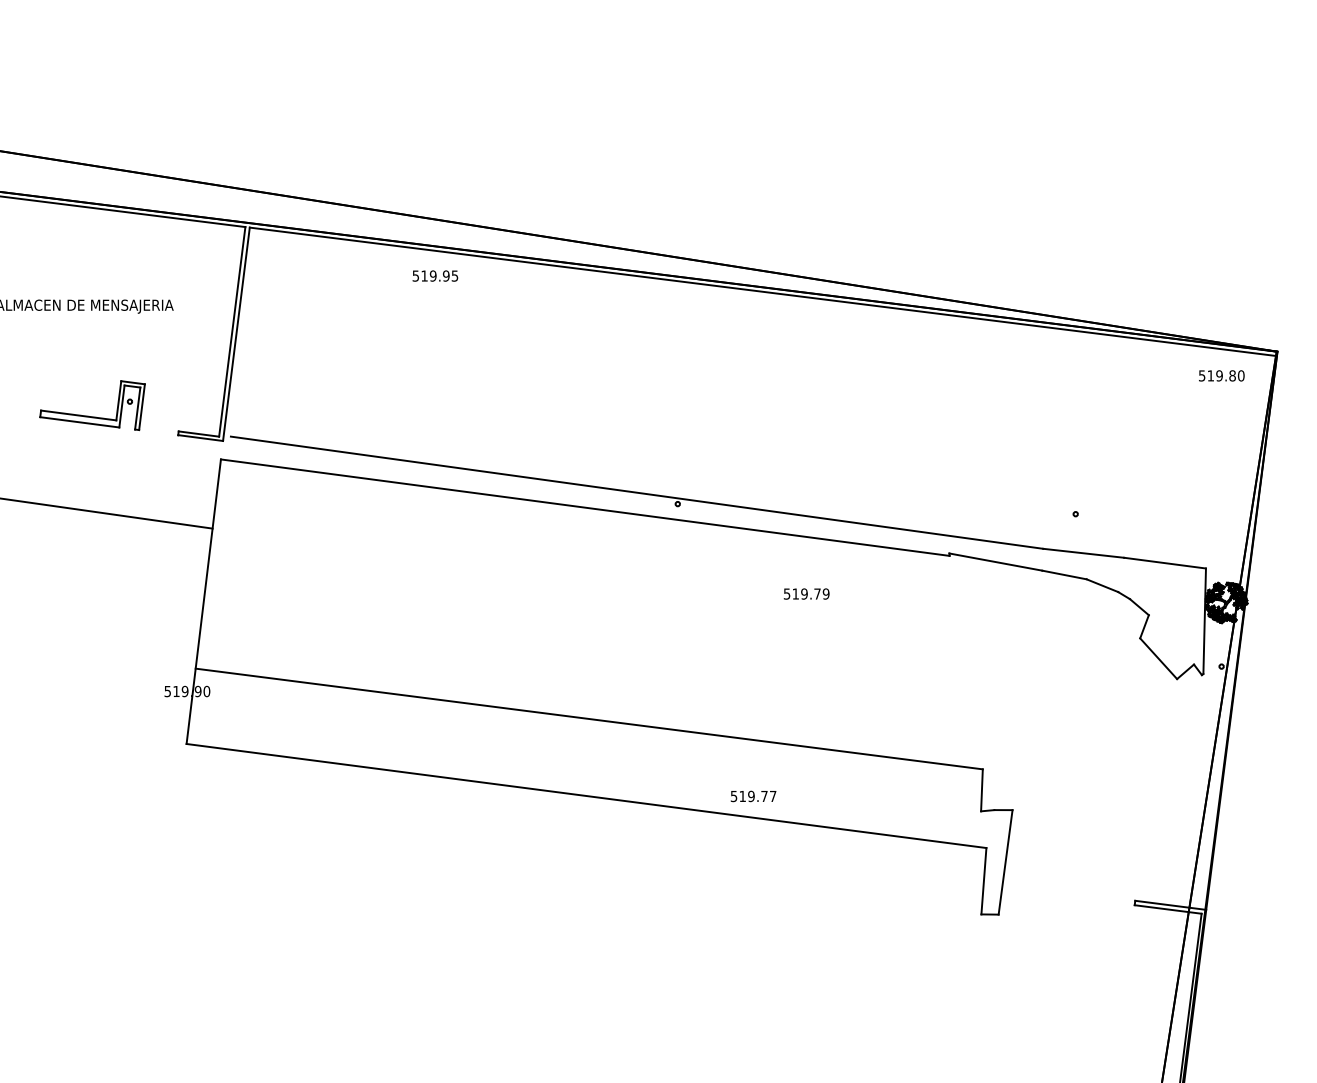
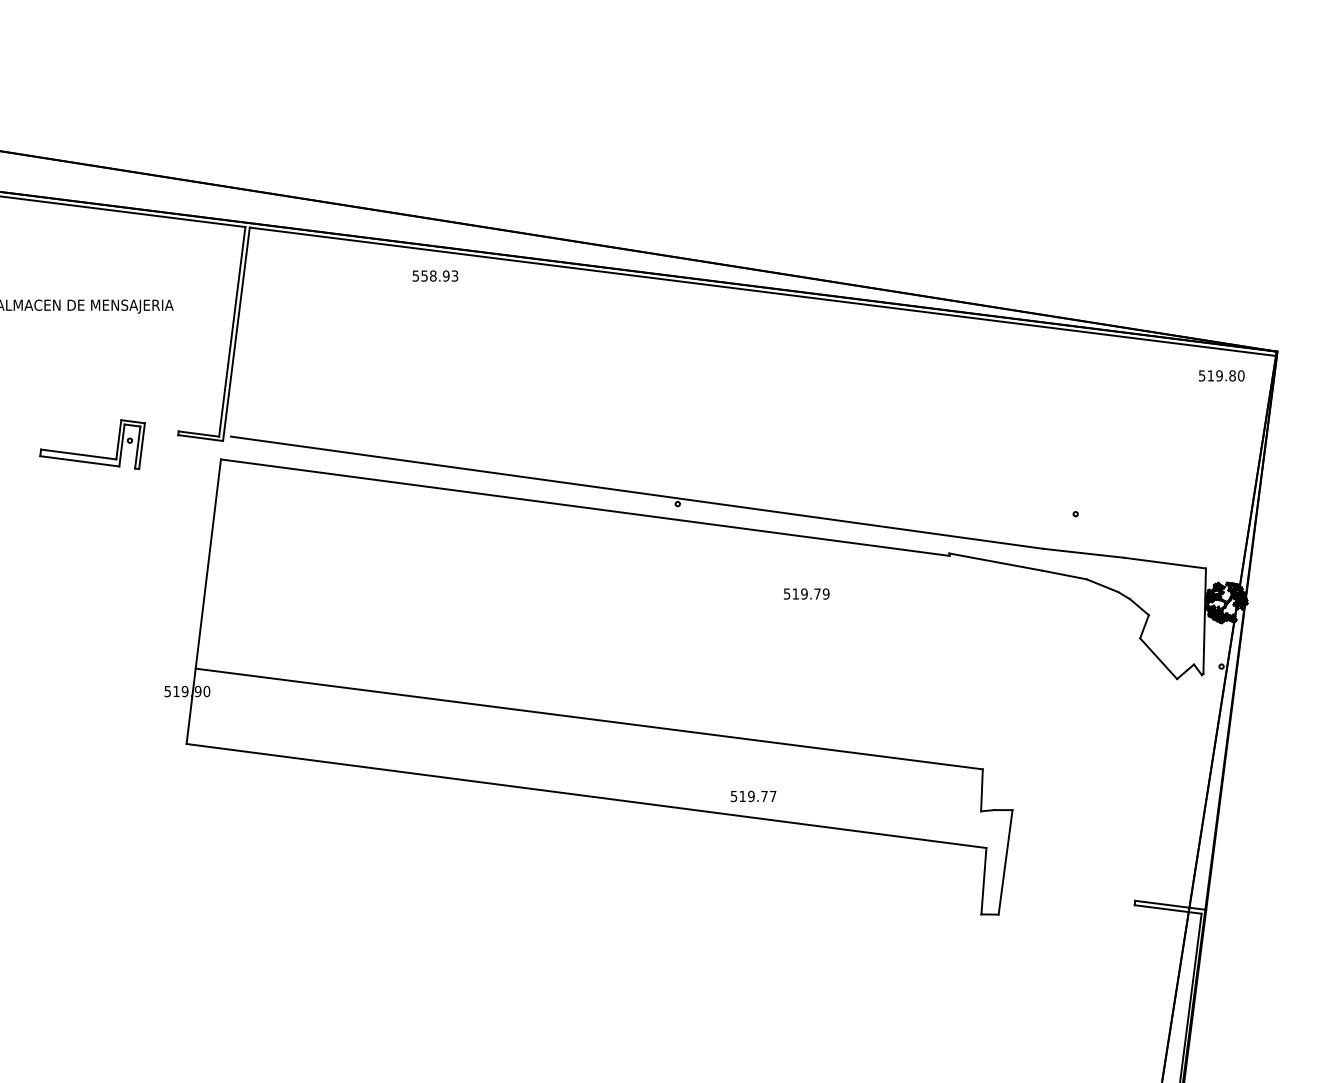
text at (439, 275): 519.95 -> 558.93
part at (88, 415) position: (88, 415) -> (88, 454)
line at (107, 513): present -> none
